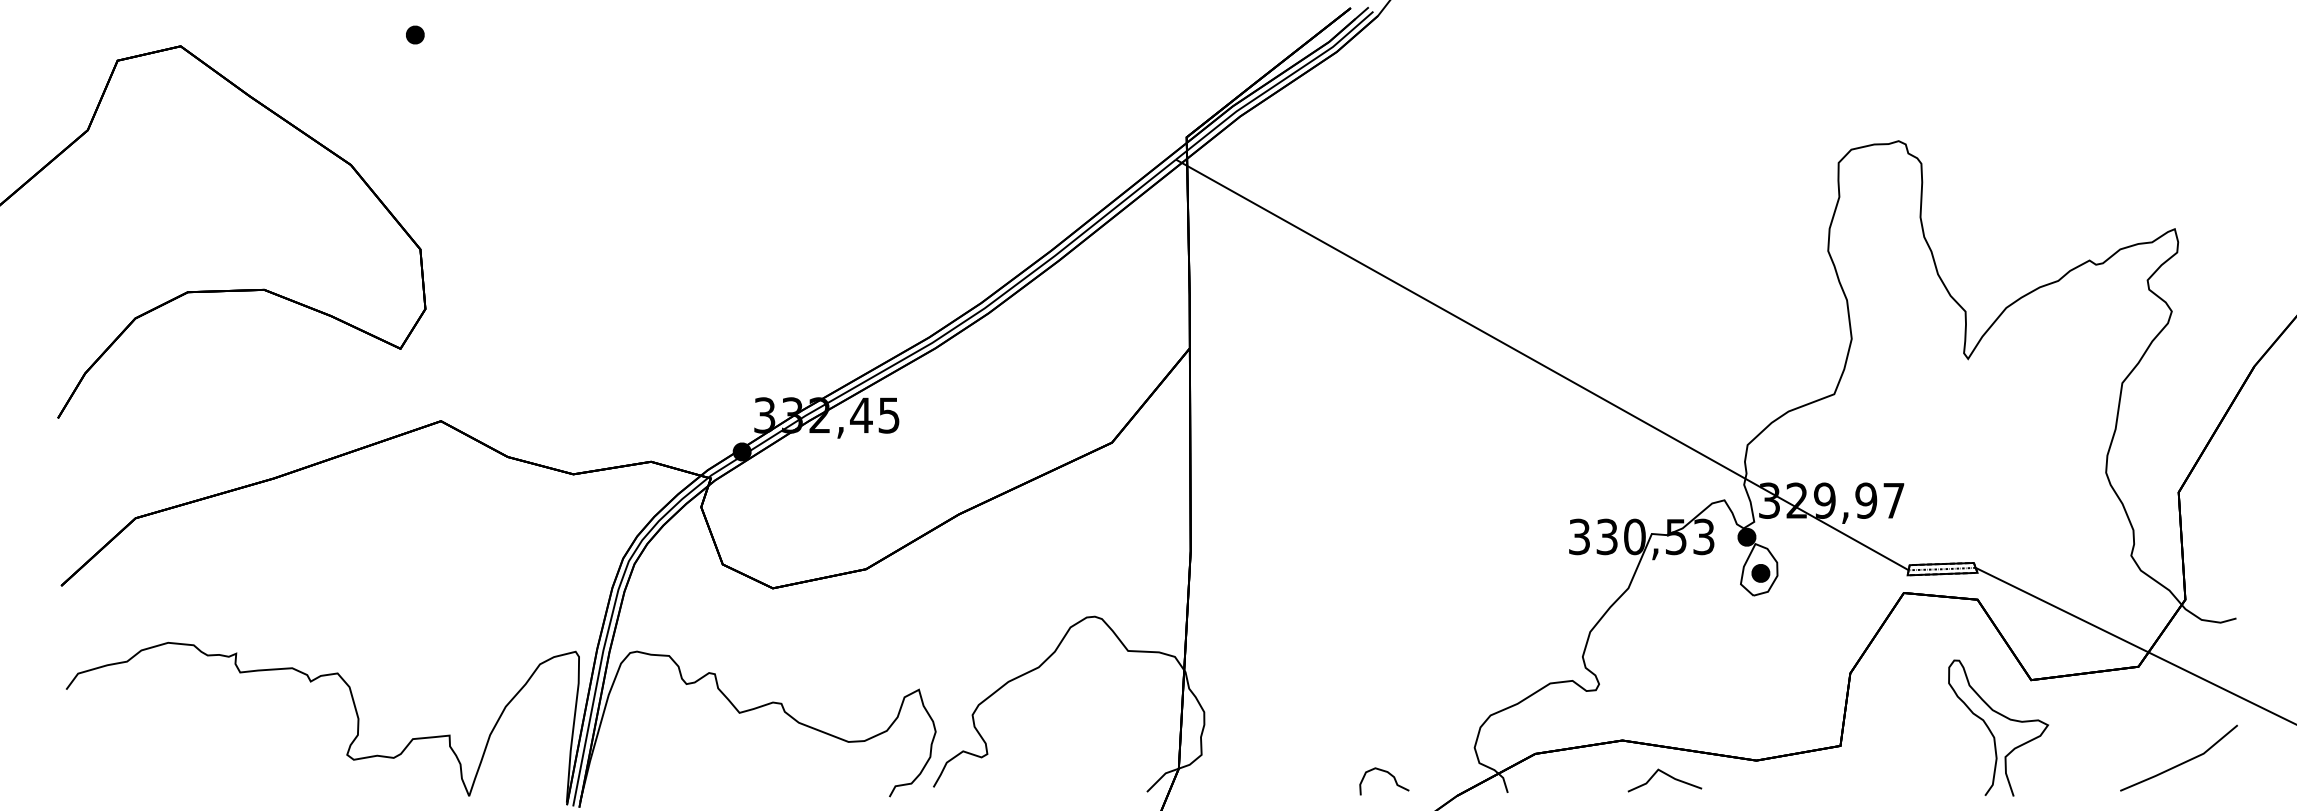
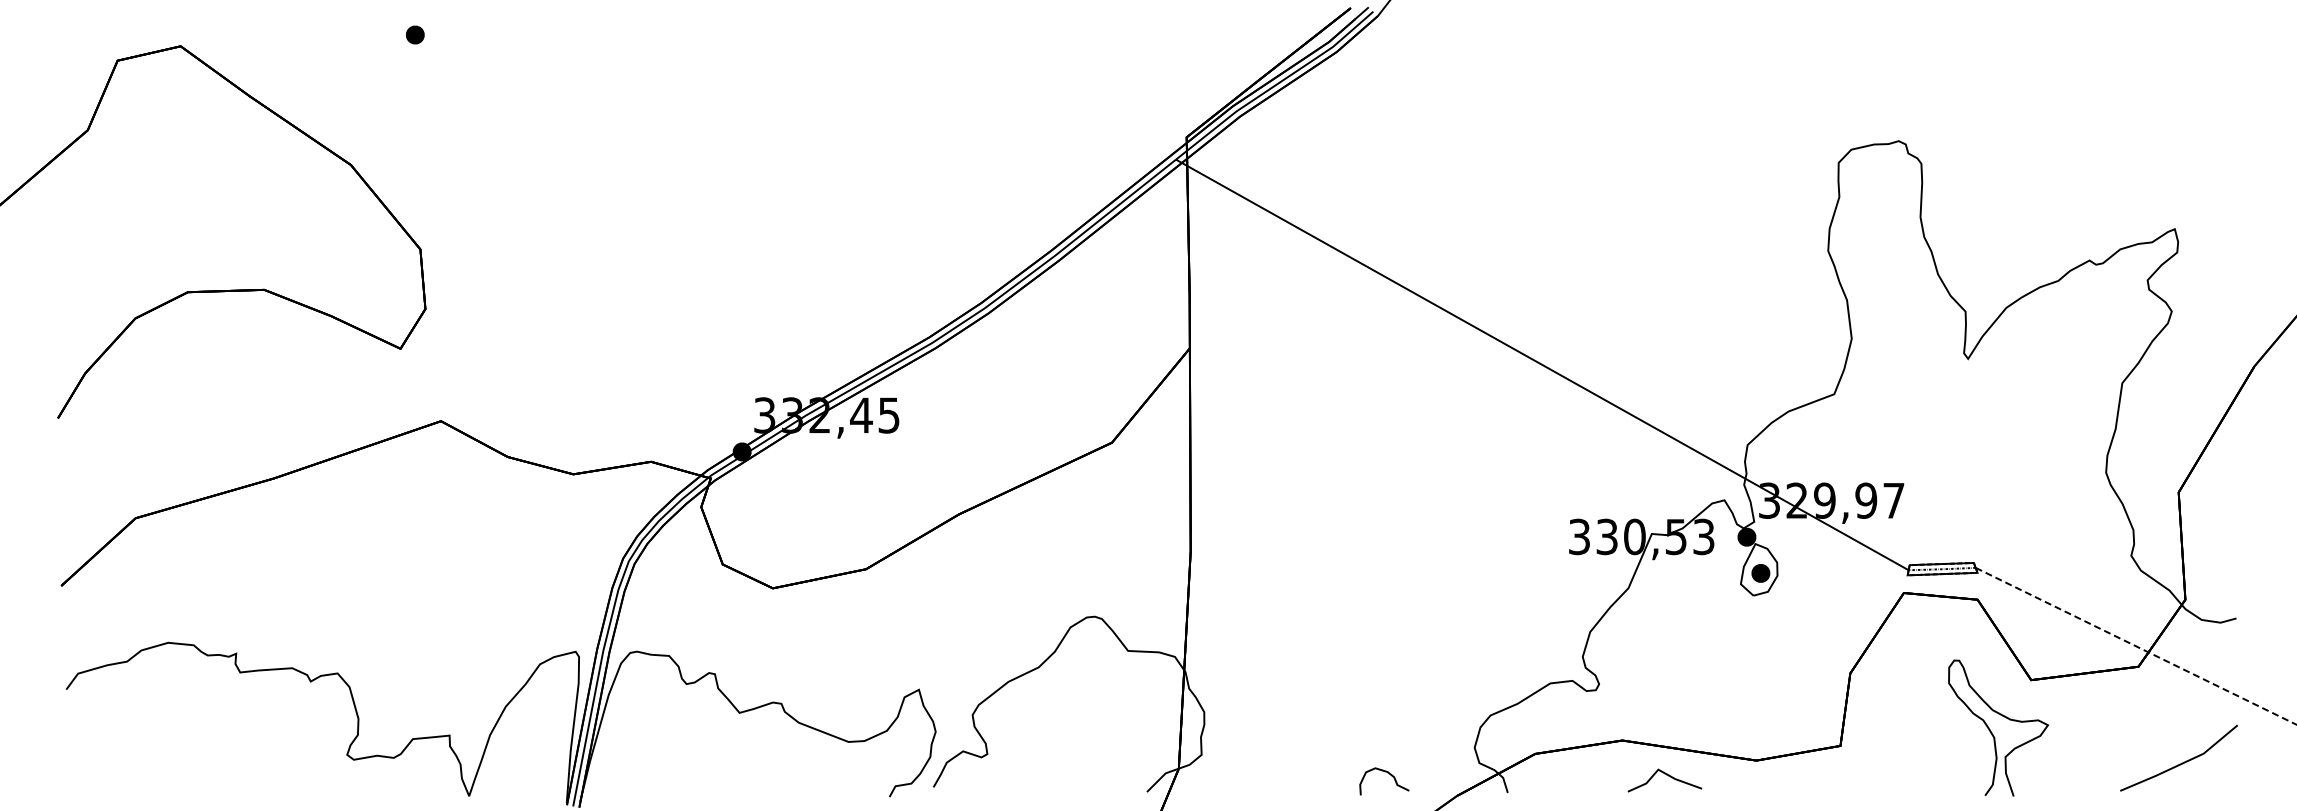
line at (2136, 646): solid -> dashed
